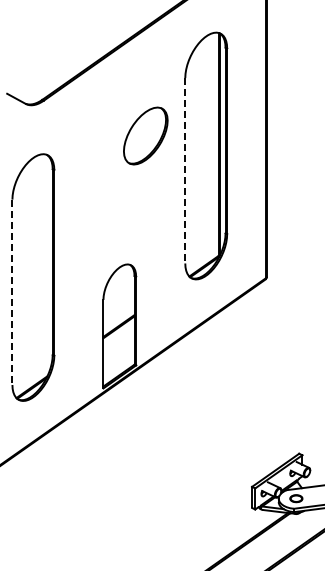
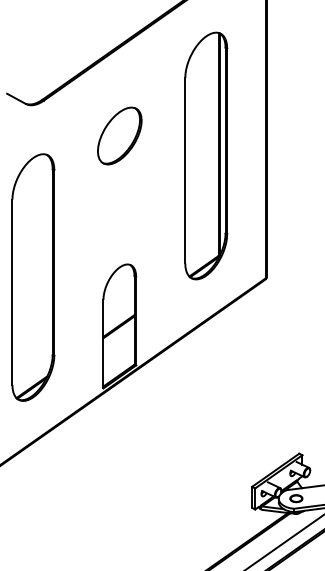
part at (145, 135) position: (145, 135) -> (119, 135)
line at (185, 170): dashed -> solid
line at (12, 292): dashed -> solid
line at (284, 541): none -> present
